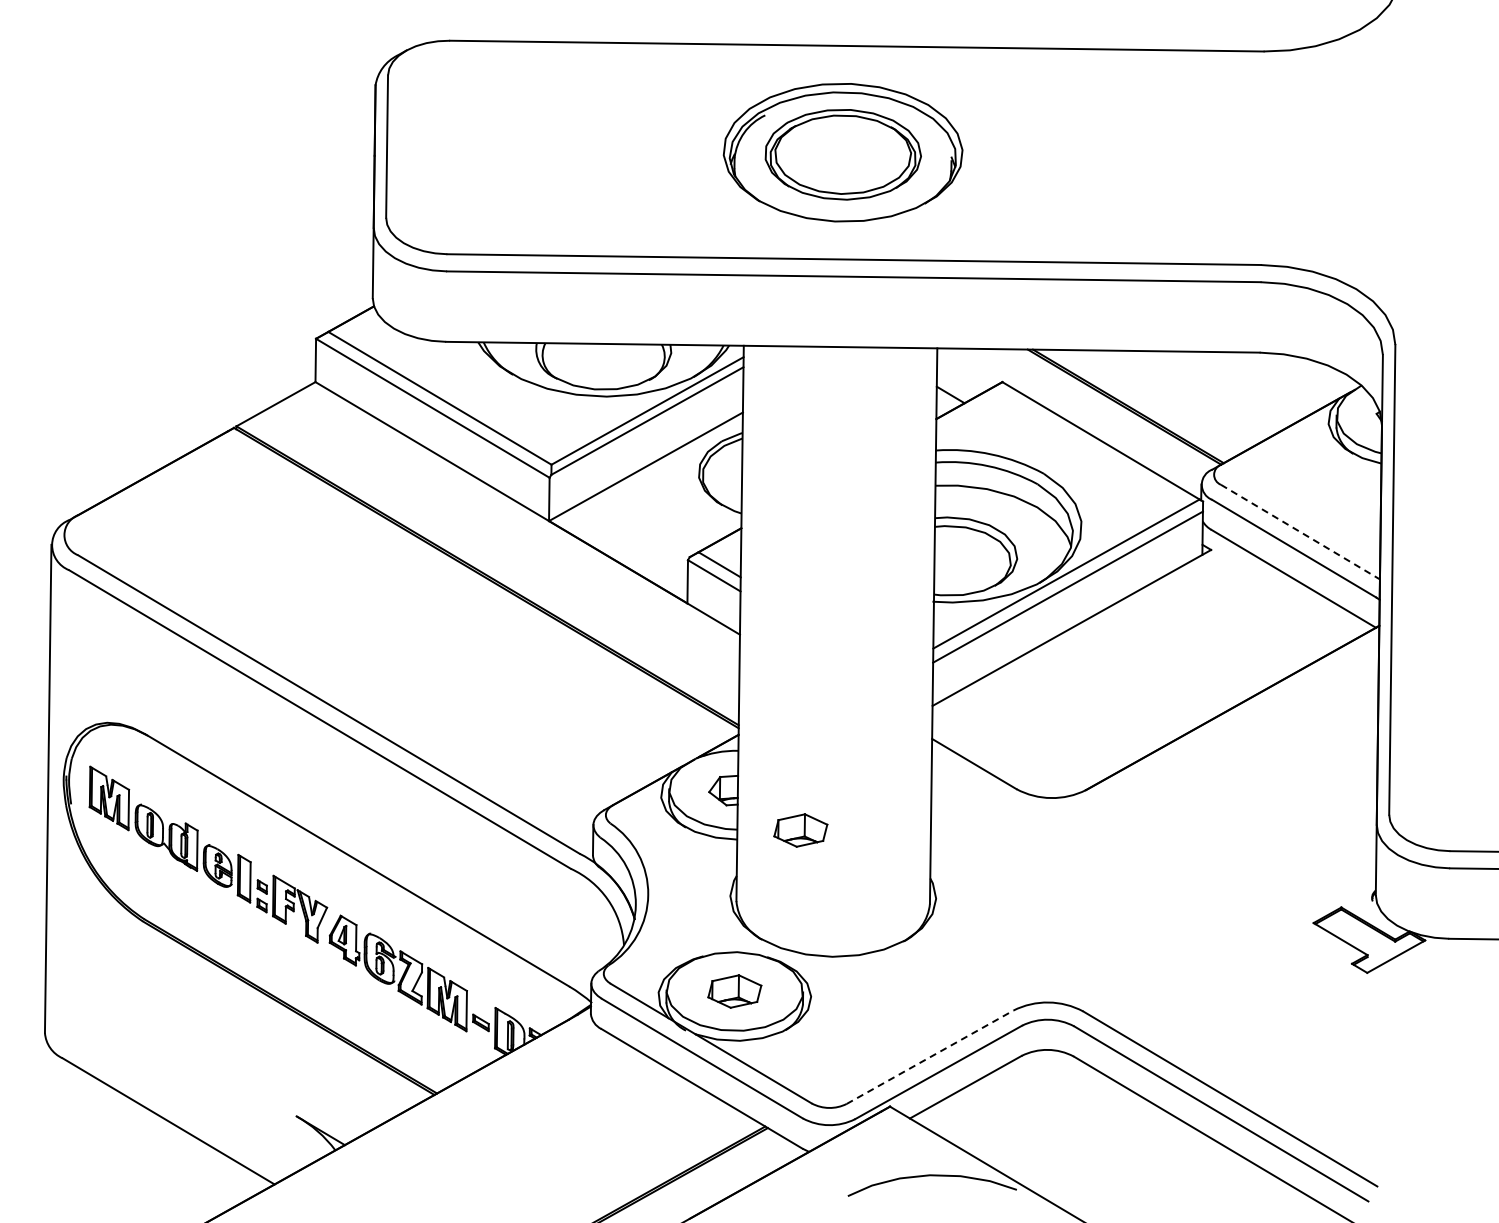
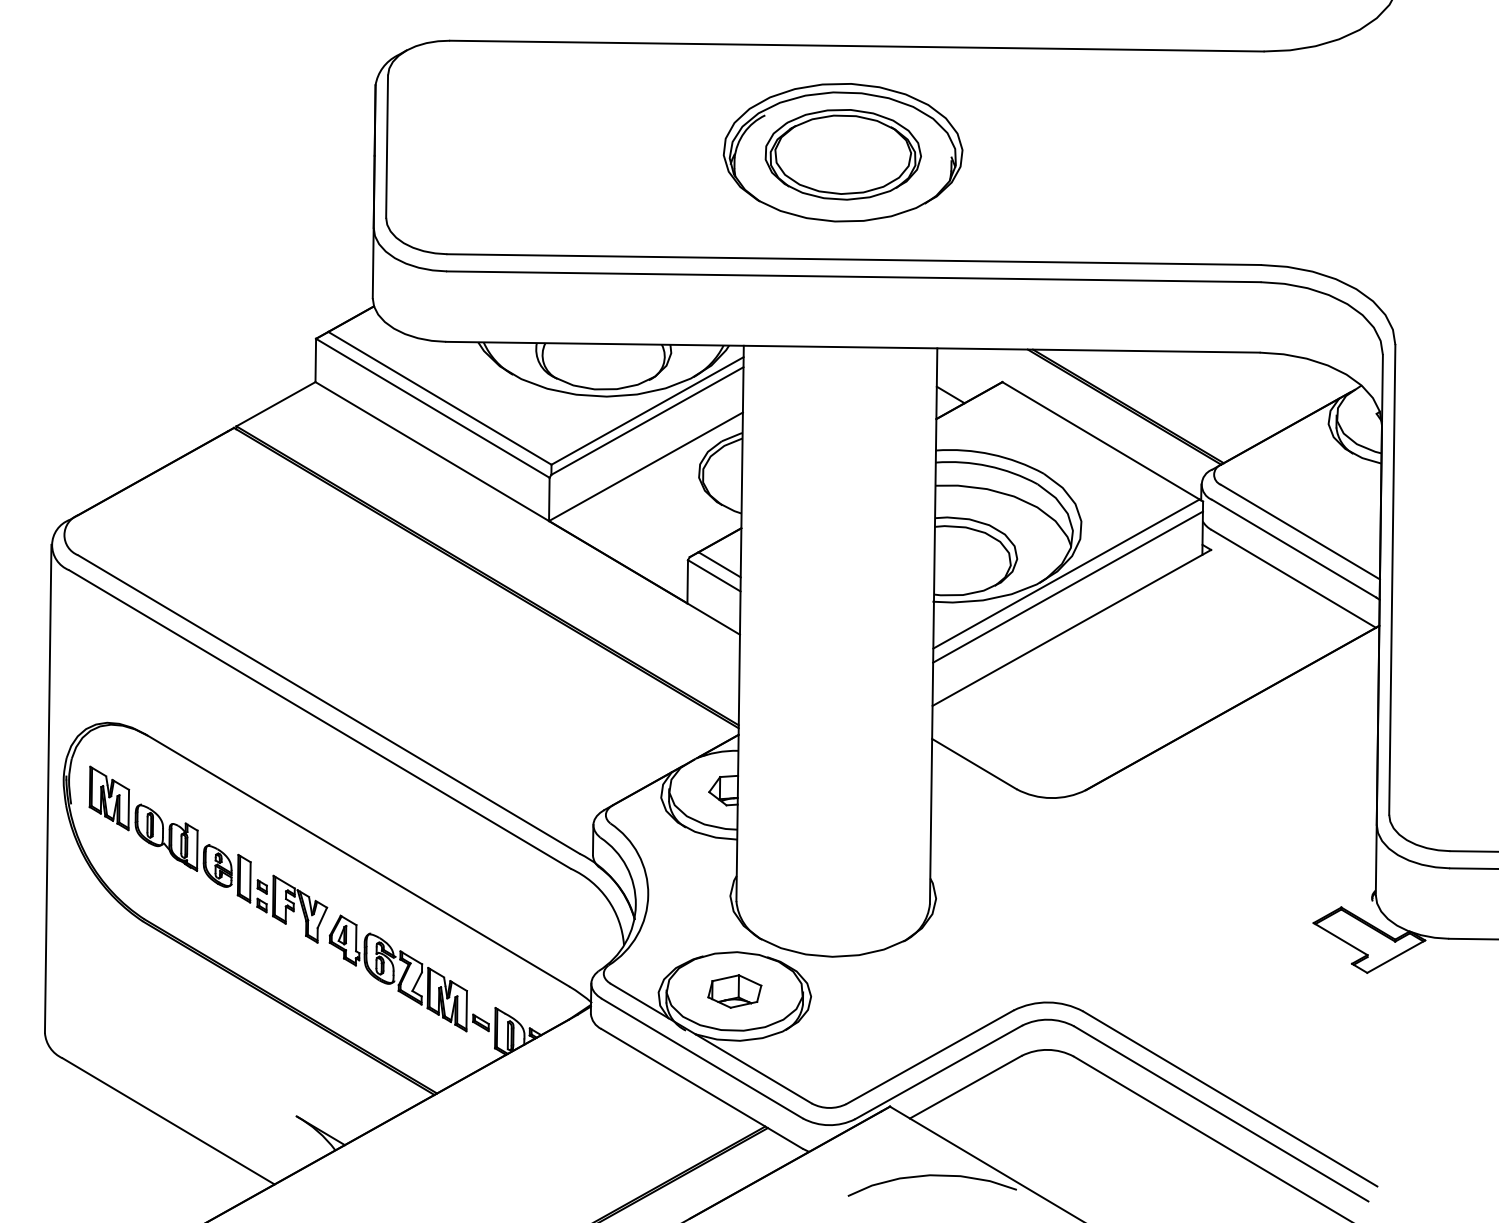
line at (1300, 532): dashed -> solid
part at (800, 830): present -> none
line at (930, 1057): dashed -> solid
